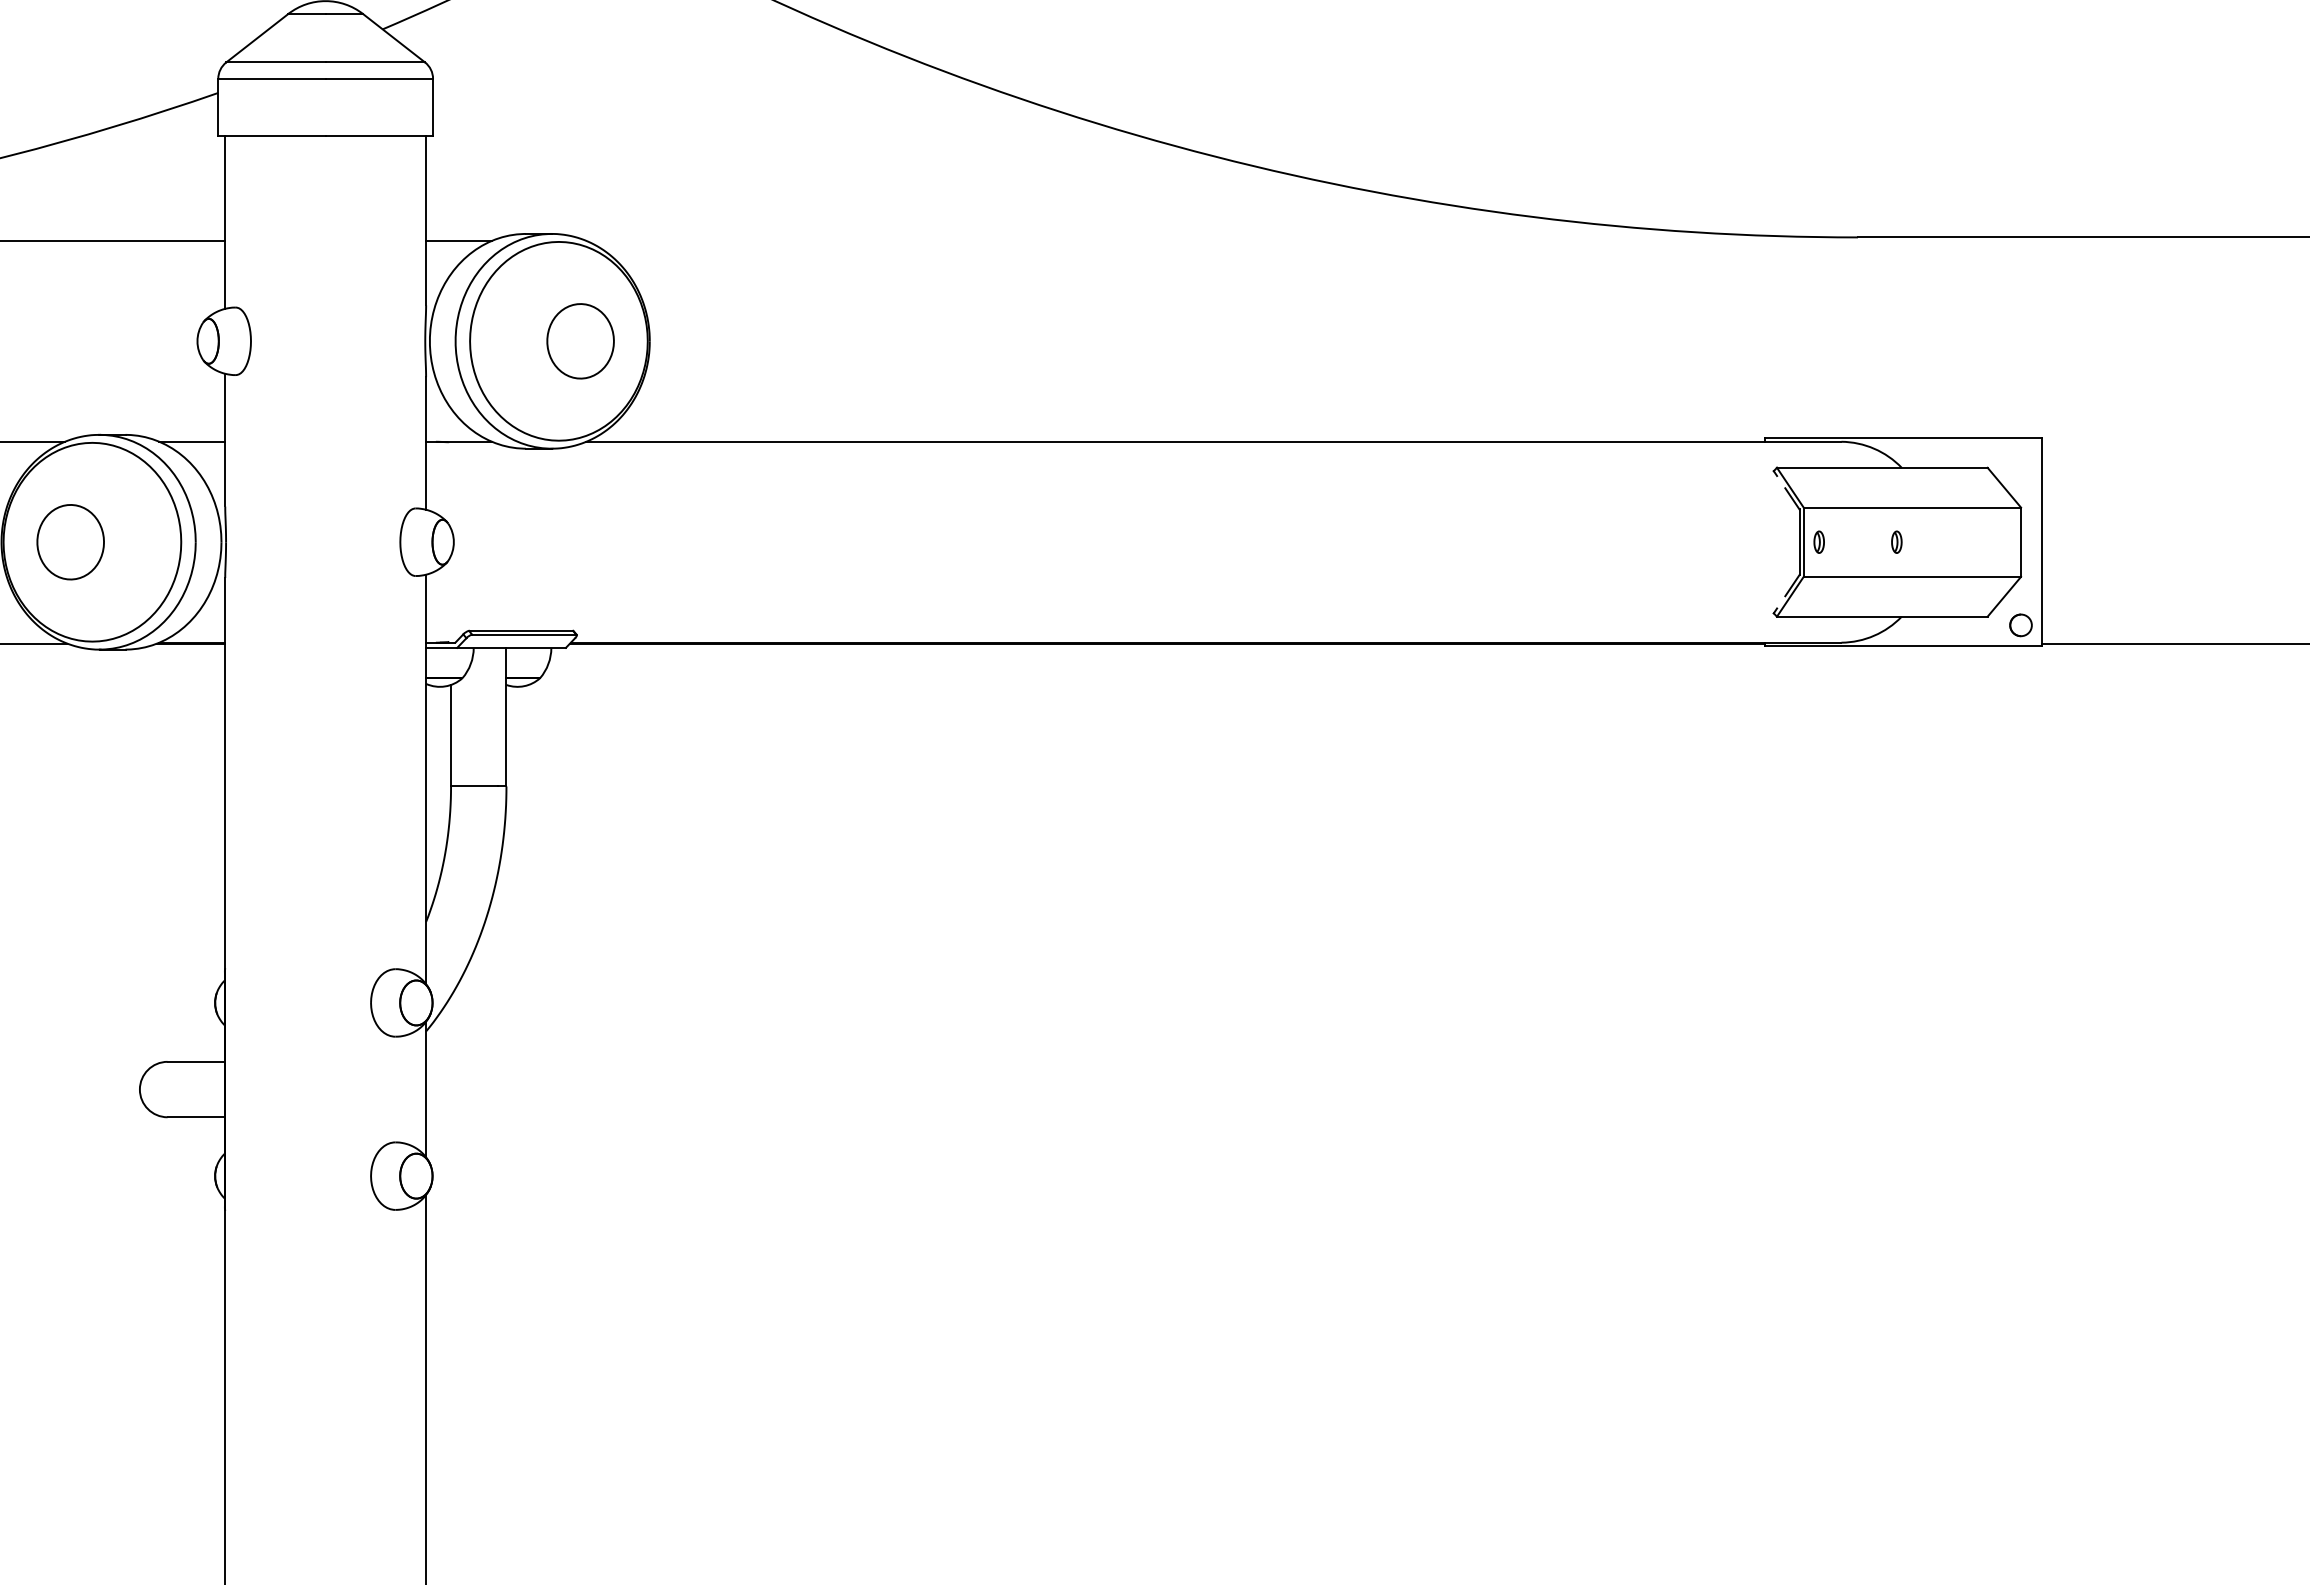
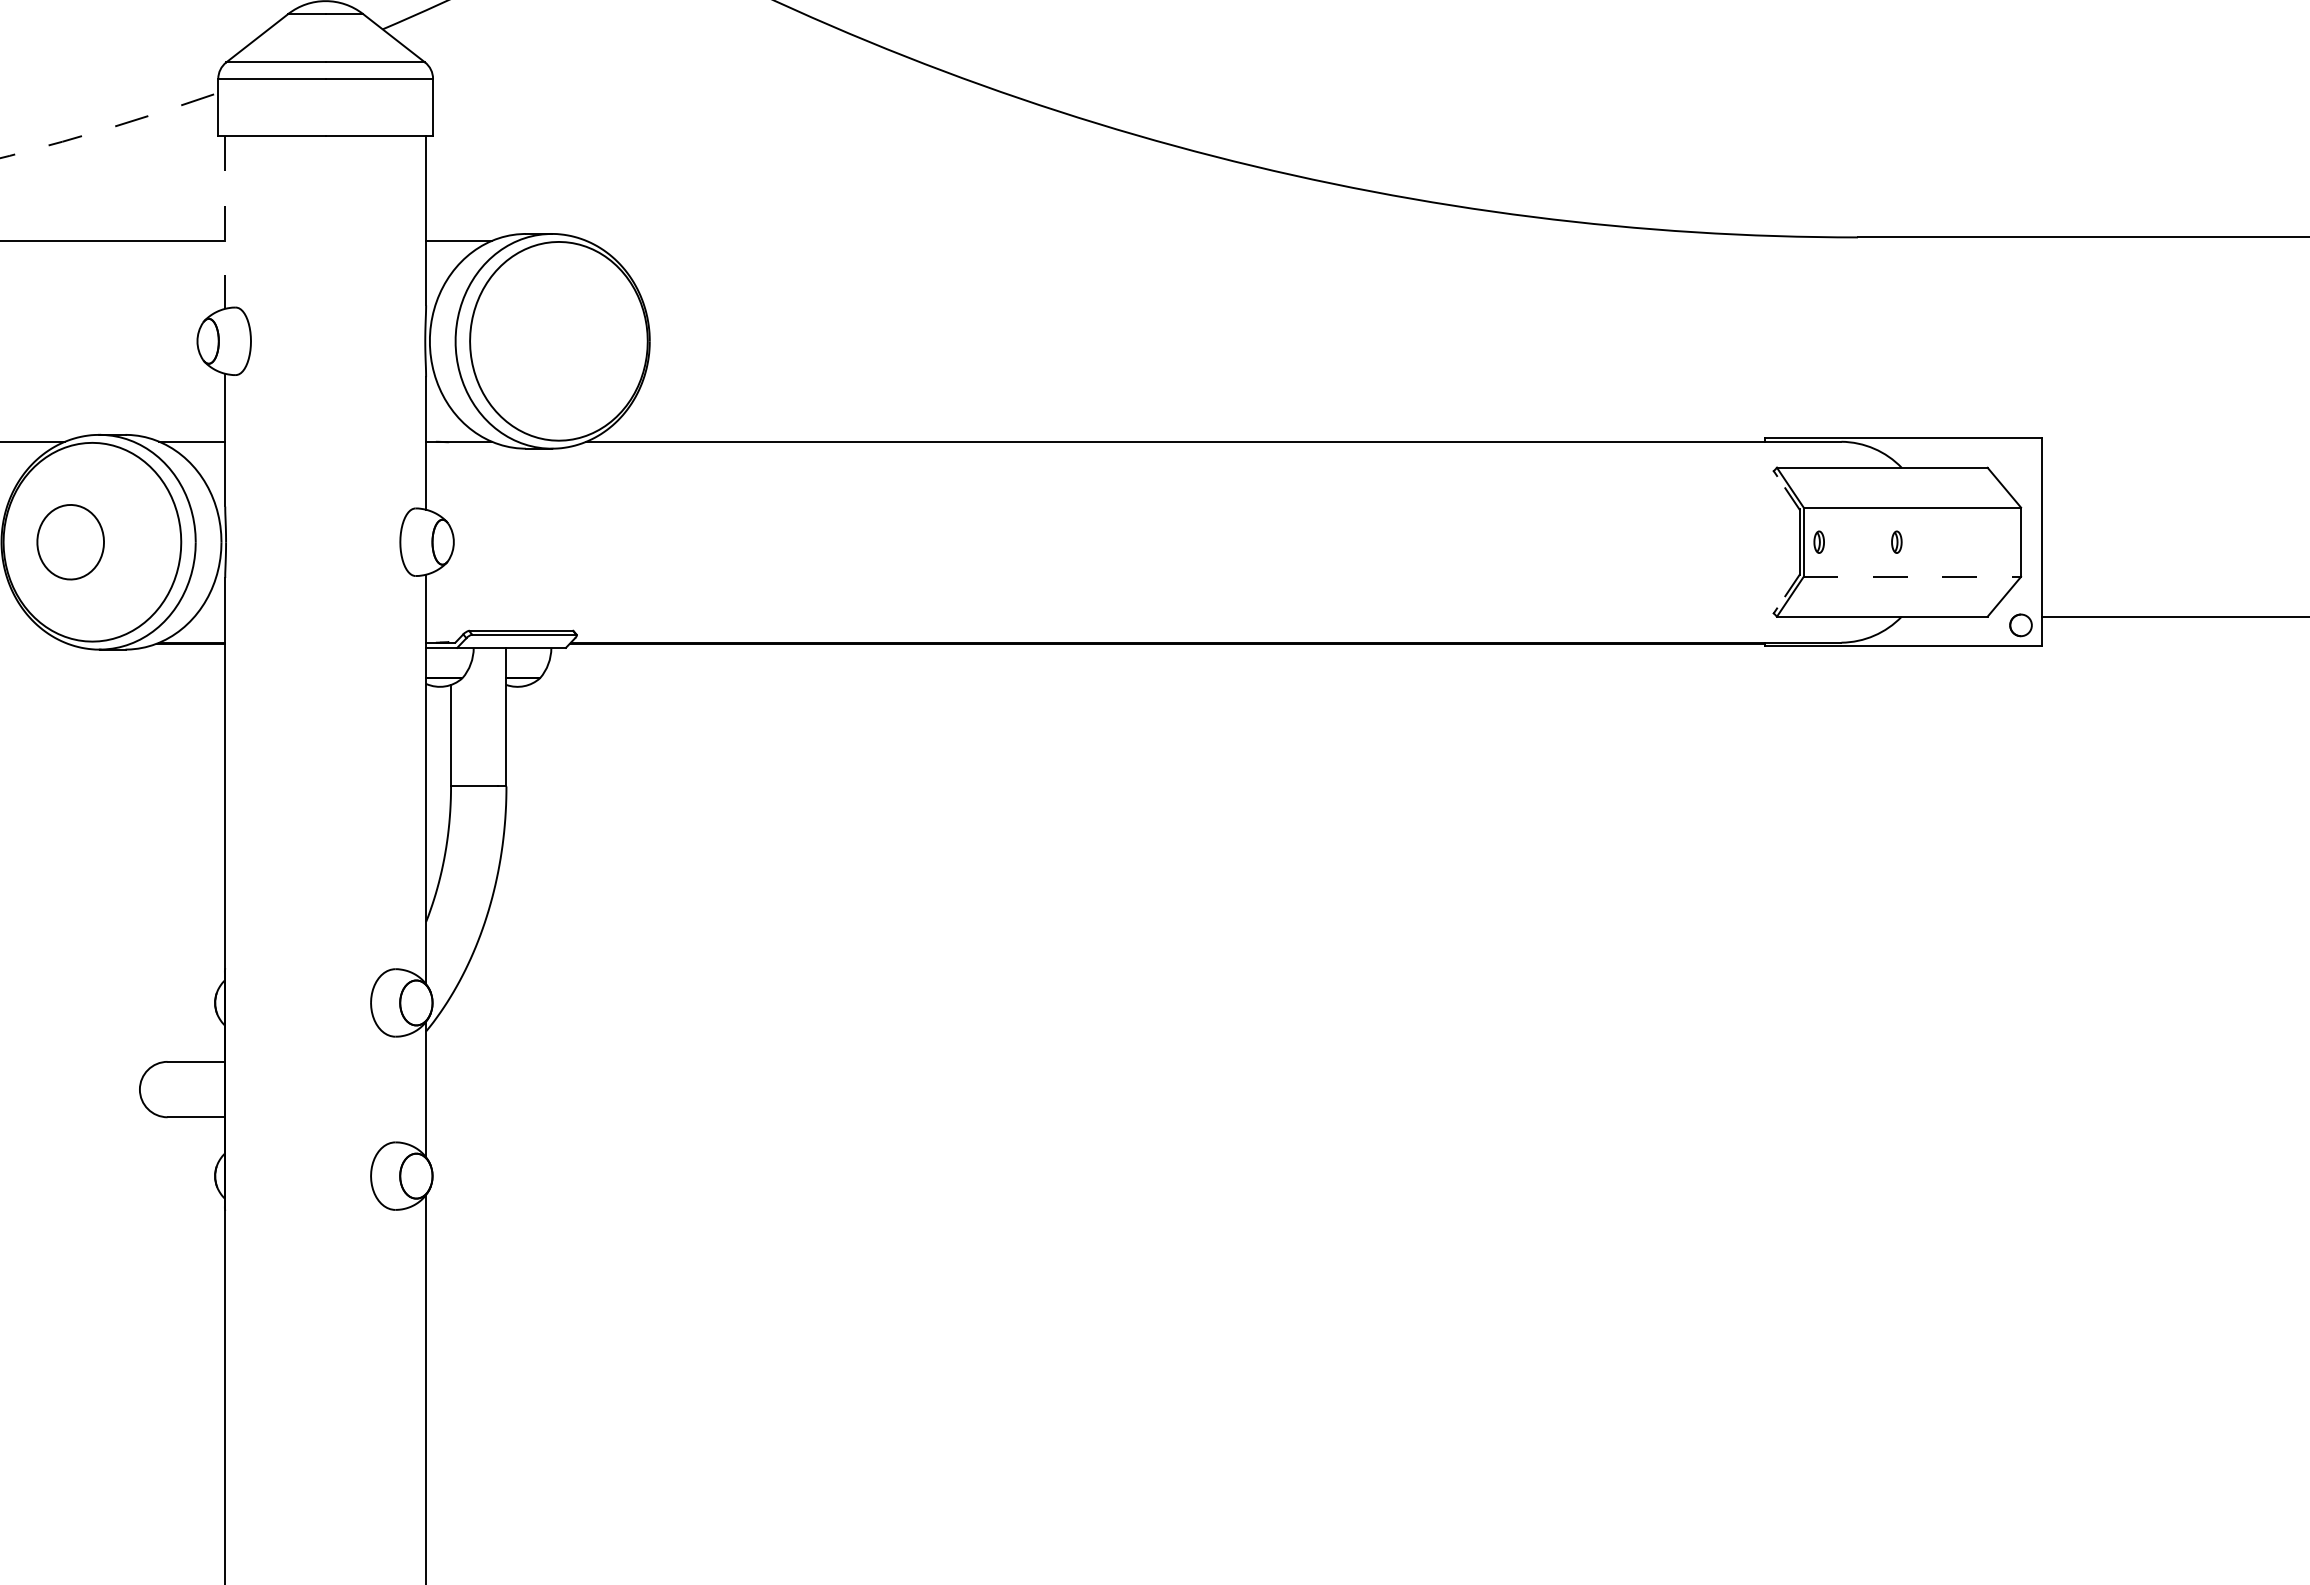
arc at (109, 127): solid -> dashed
line at (225, 223): solid -> dashed
part at (580, 341): present -> none
line at (1912, 576): solid -> dashed
line at (34, 643): present -> none
line at (2173, 643) position: (2173, 643) -> (2173, 616)
